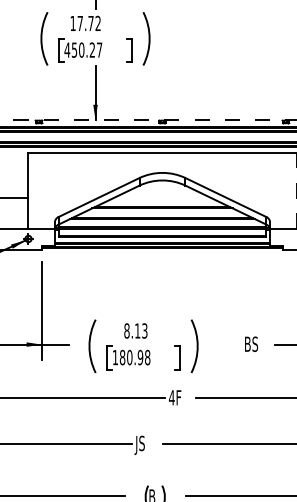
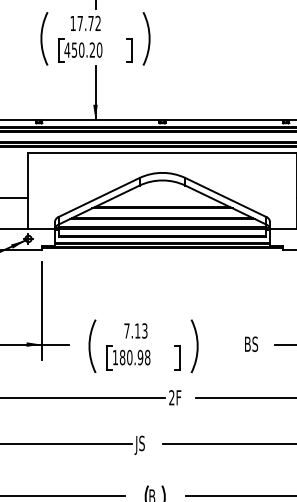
text at (99, 49): 450.27 -> 450.20
line at (148, 119): dashed -> solid
line at (296, 190): dashed -> solid
text at (126, 330): 8.13 -> 7.13
text at (171, 397): 4F -> 2F
